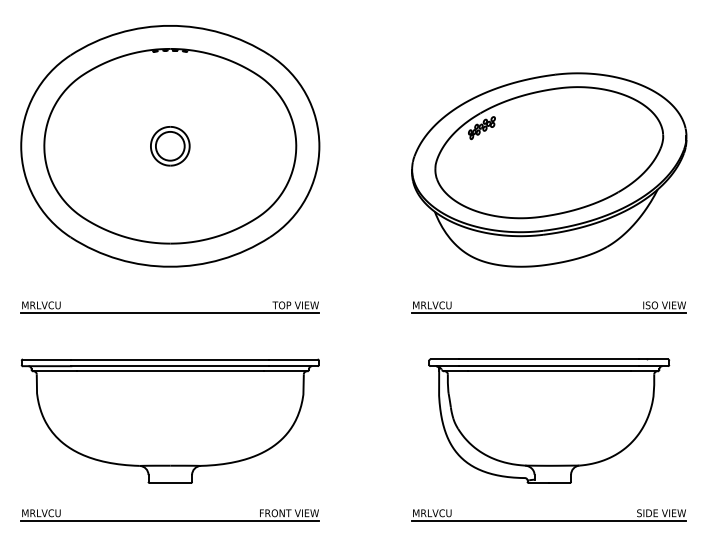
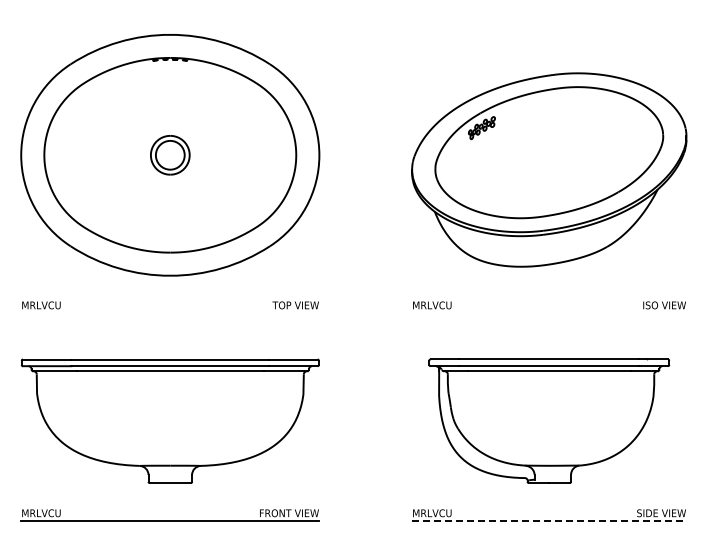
part at (170, 146) position: (170, 146) -> (170, 155)
line at (170, 313): present -> none
line at (549, 313): present -> none
line at (549, 521): solid -> dashed
